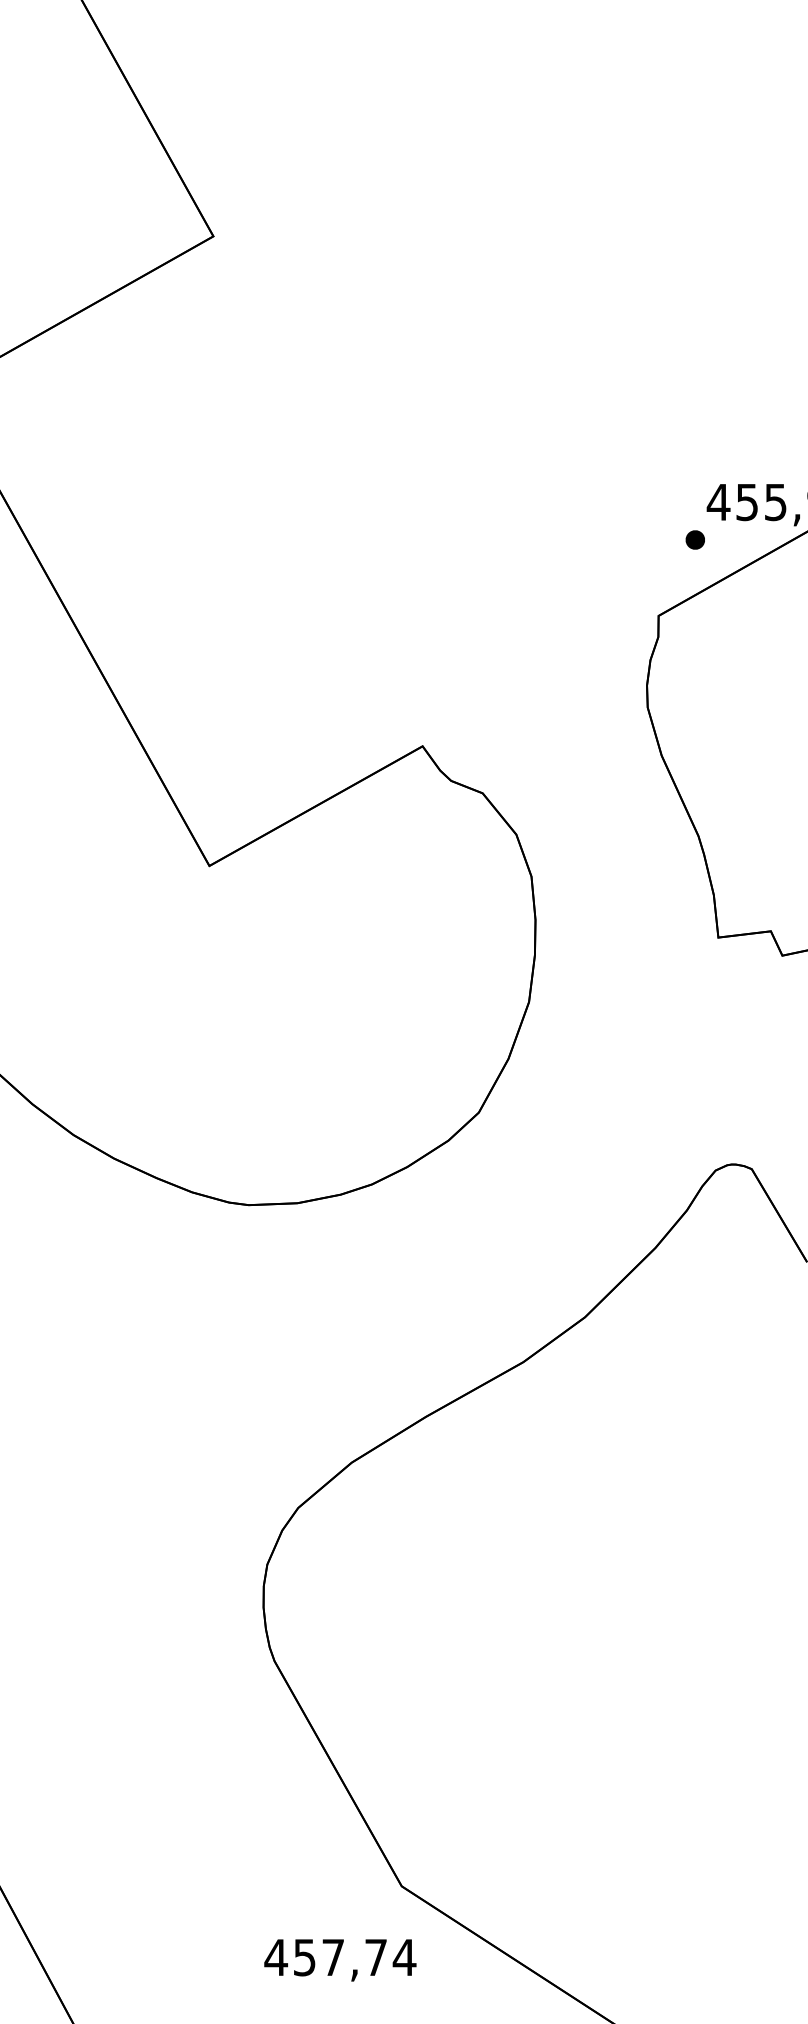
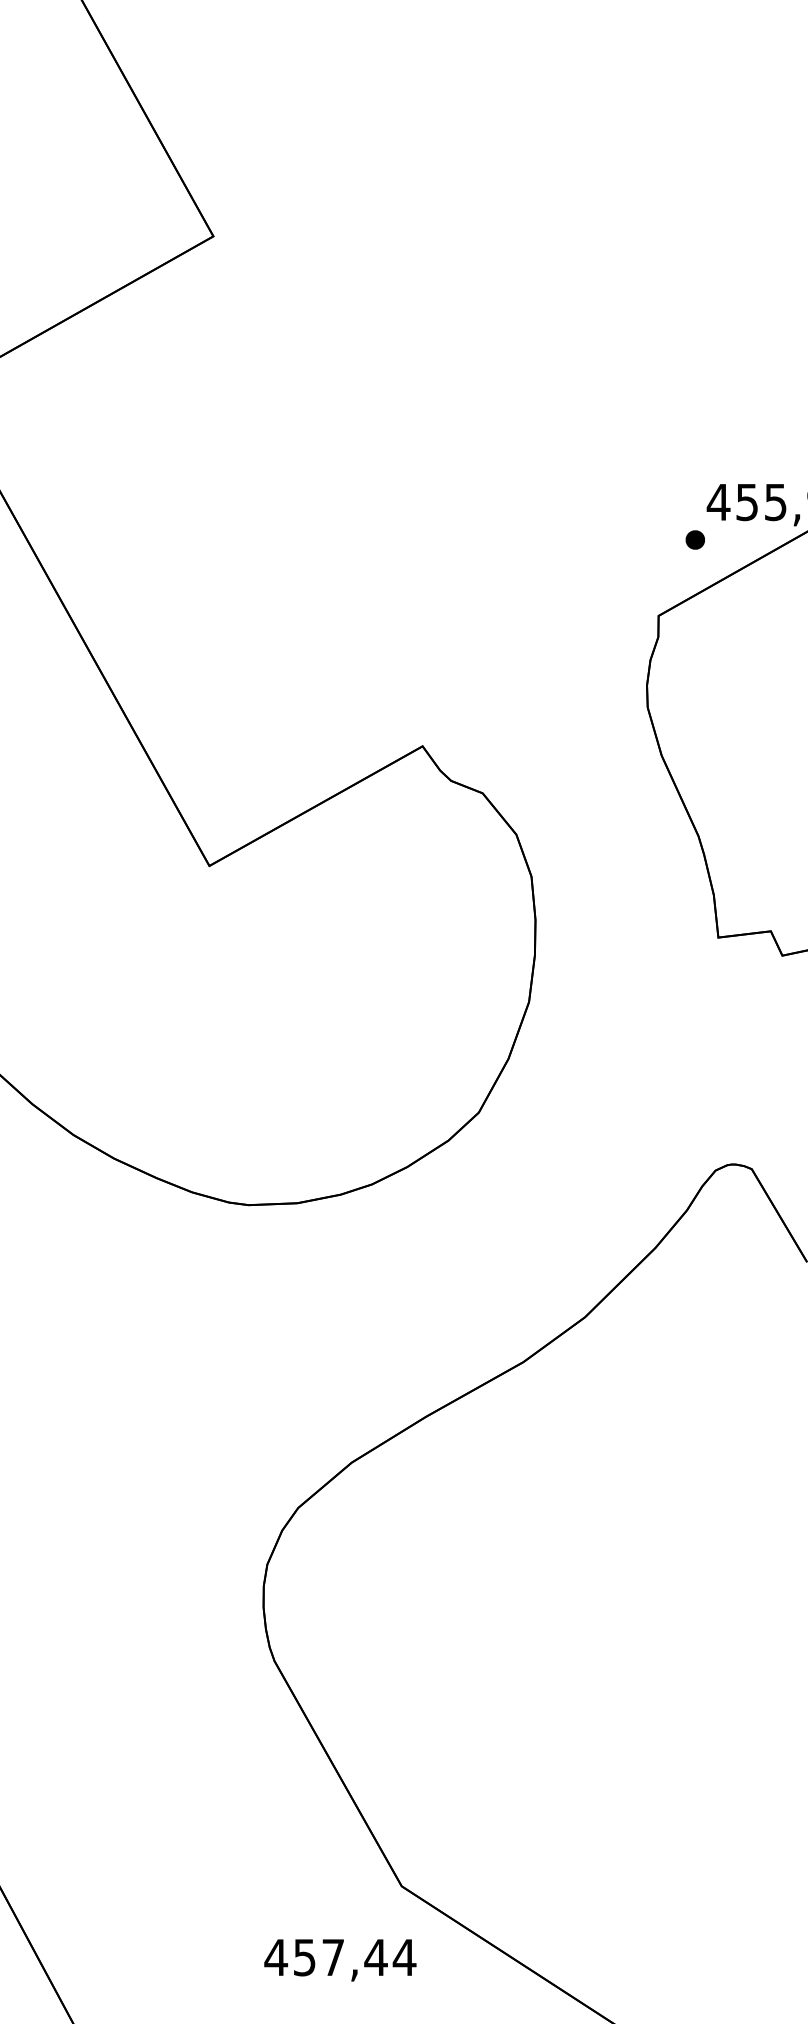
text at (375, 1957): 457,74 -> 457,44
